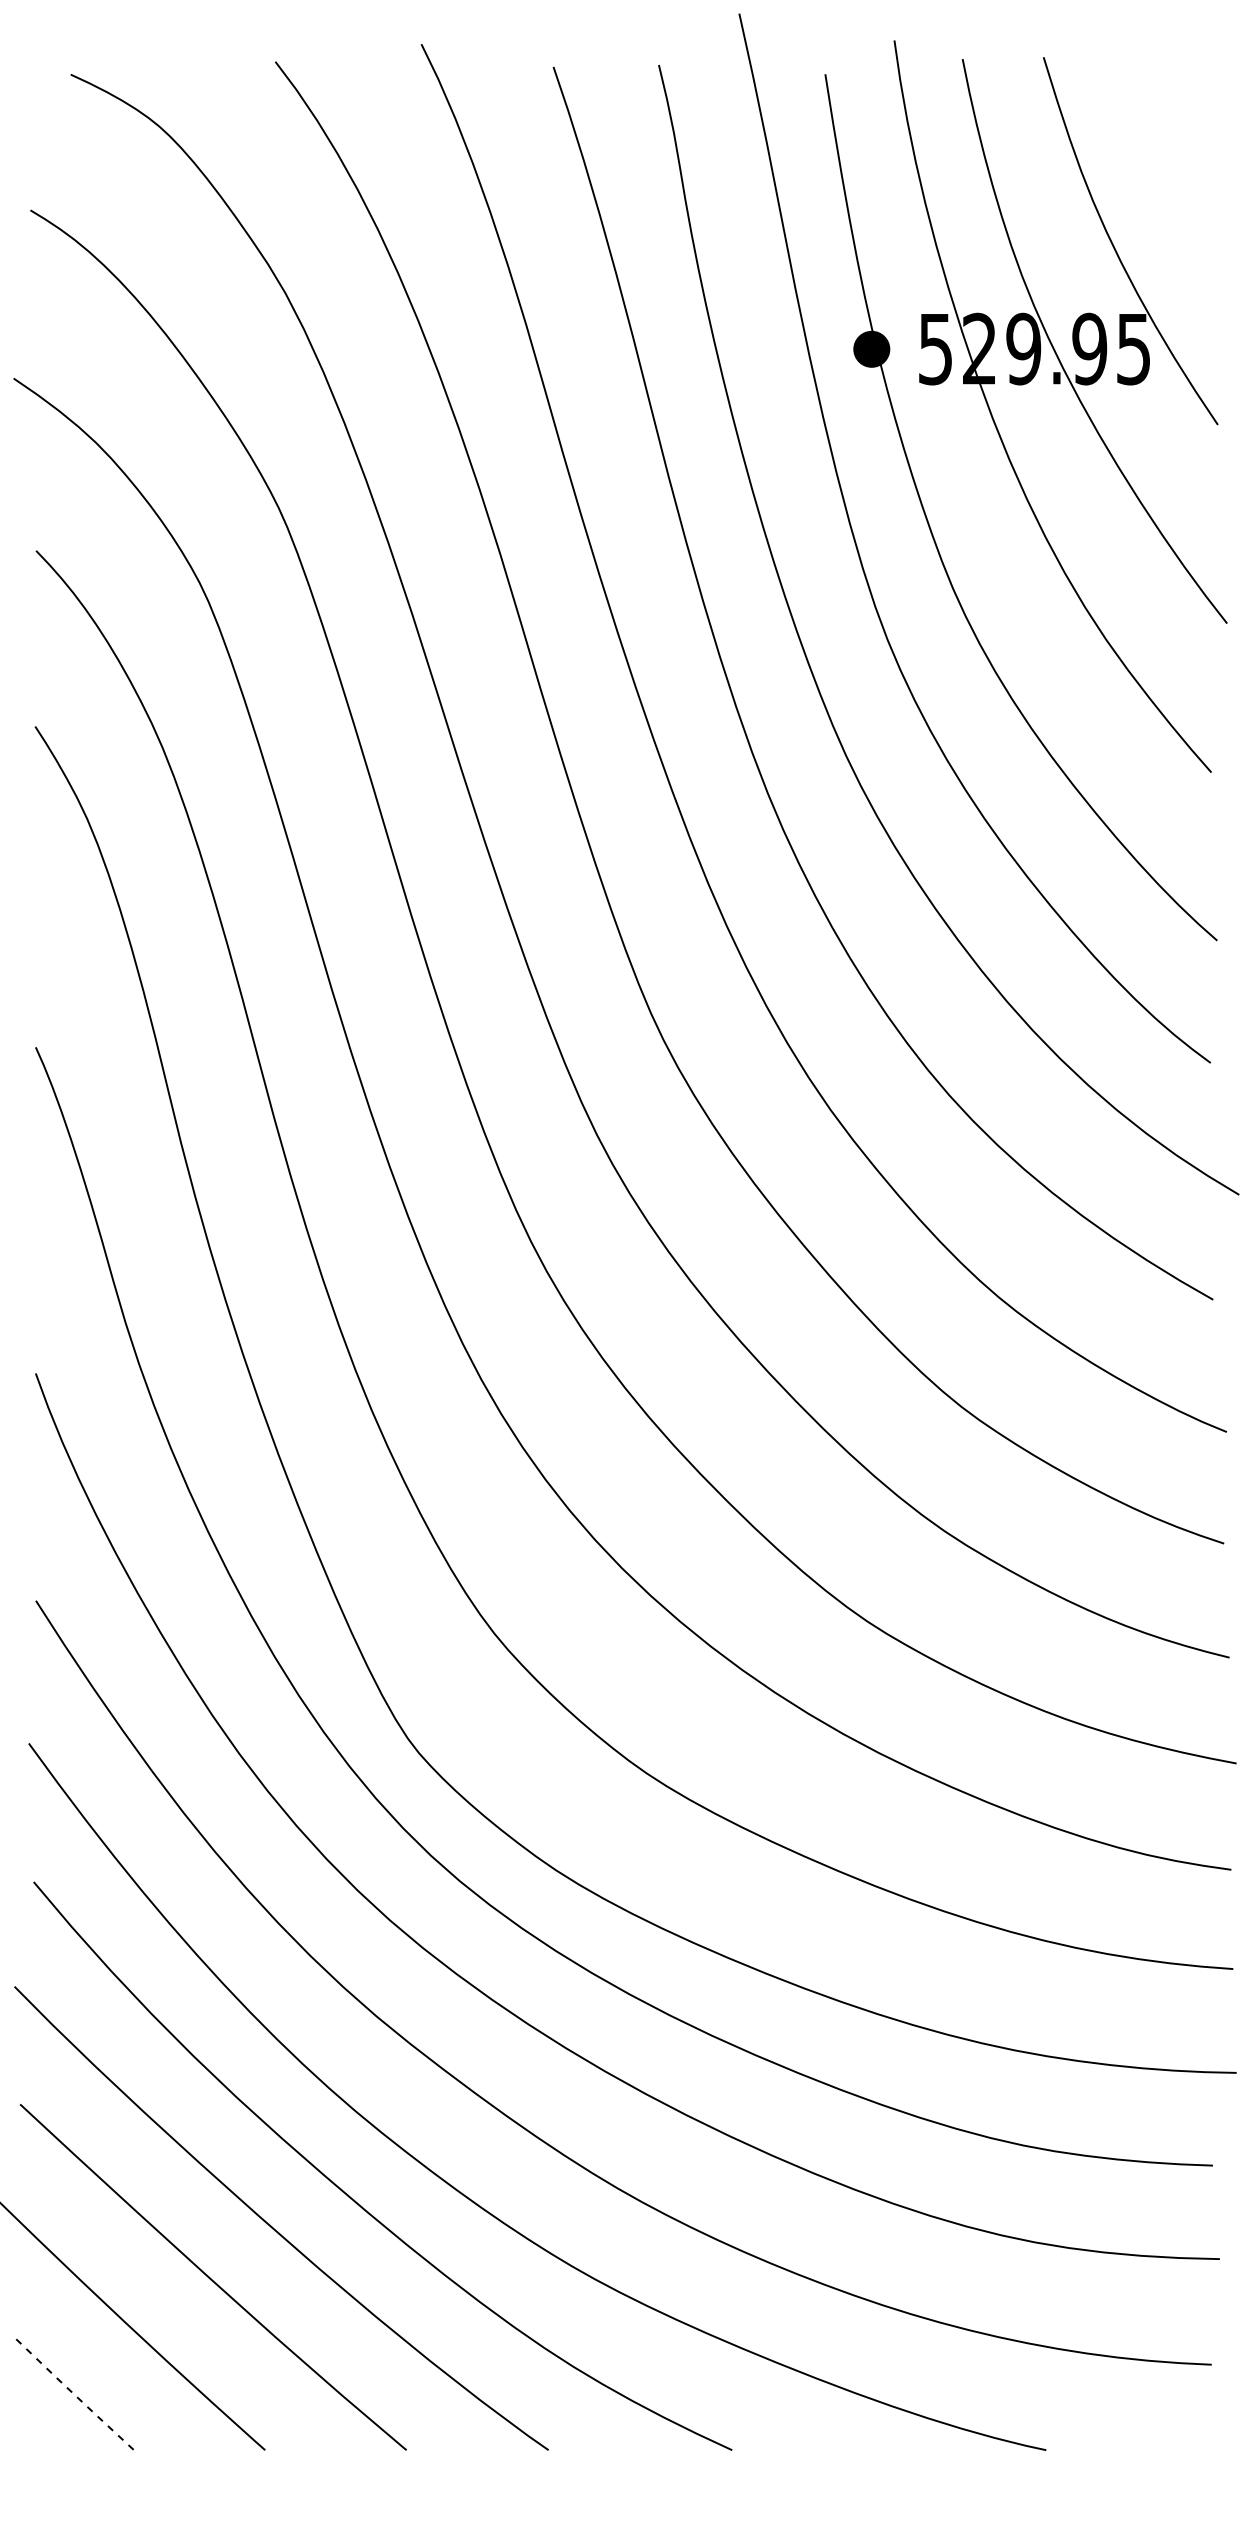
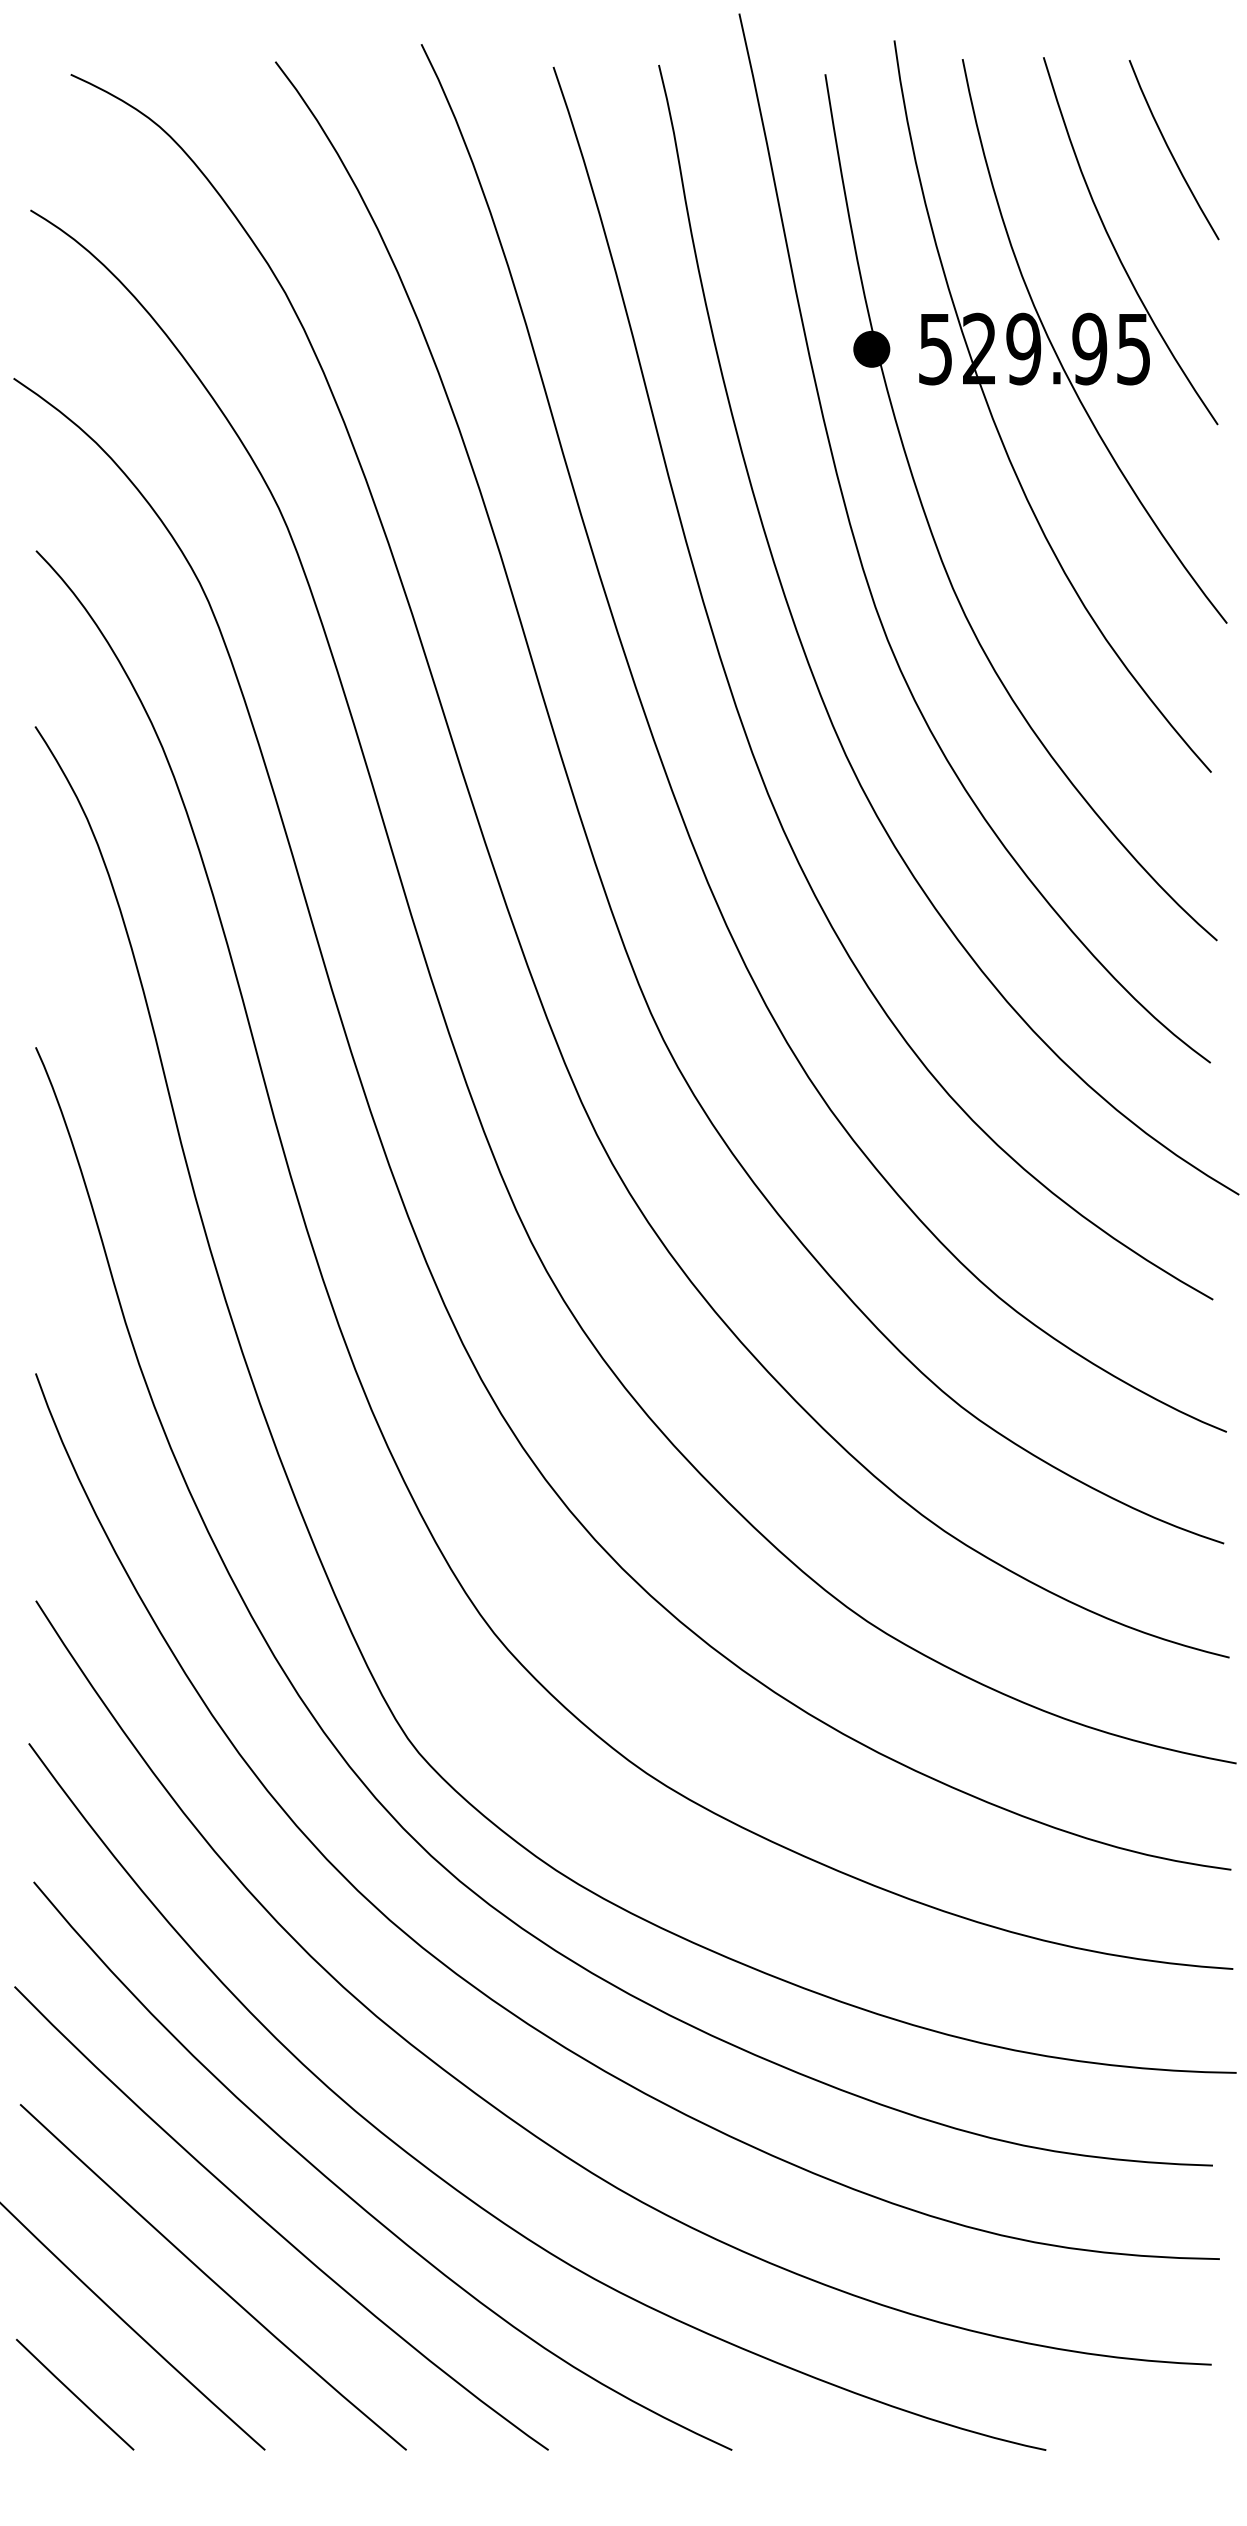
curve at (1171, 151): none -> present
line at (74, 2395): dashed -> solid
